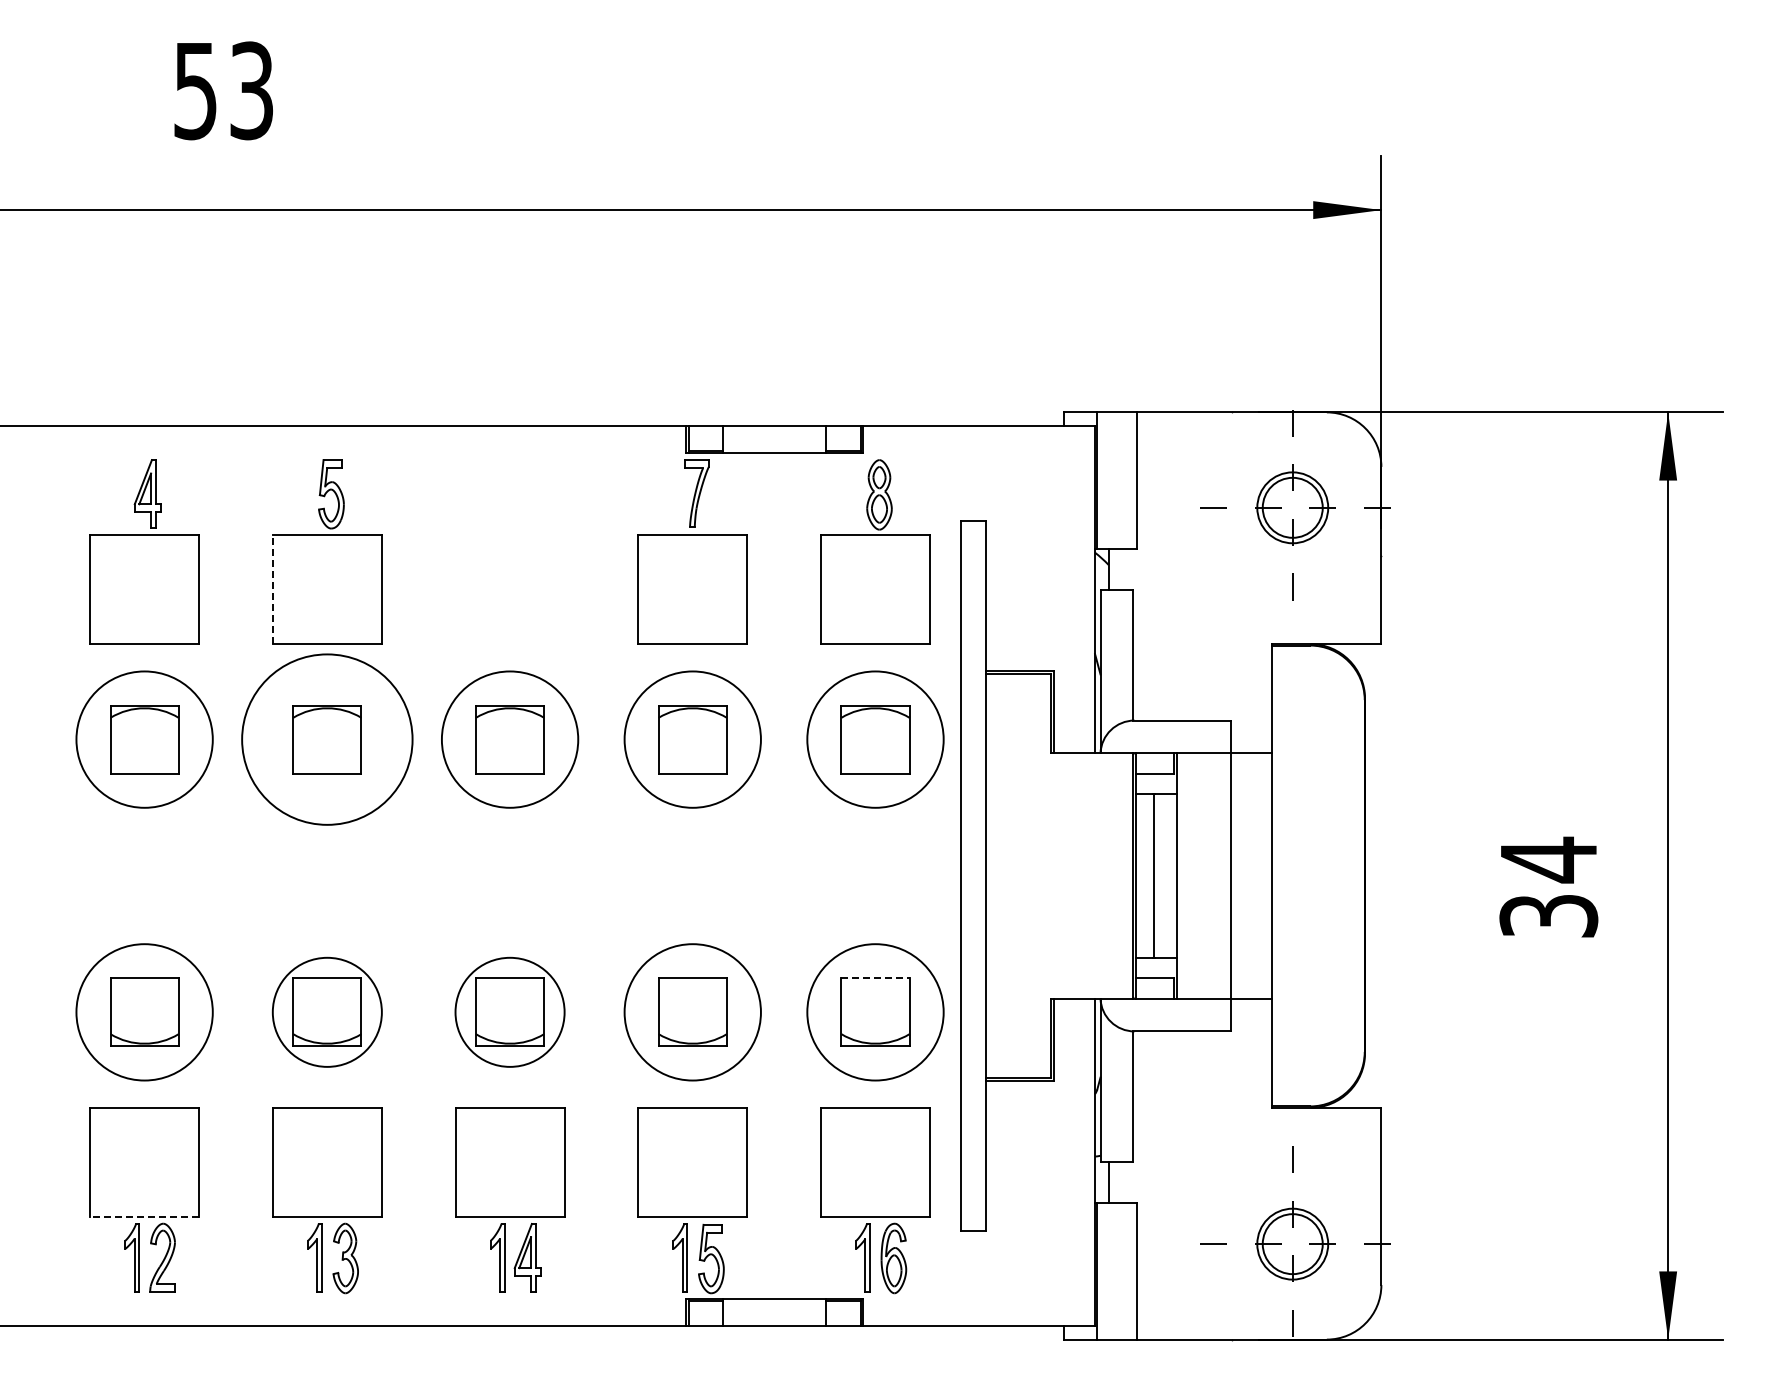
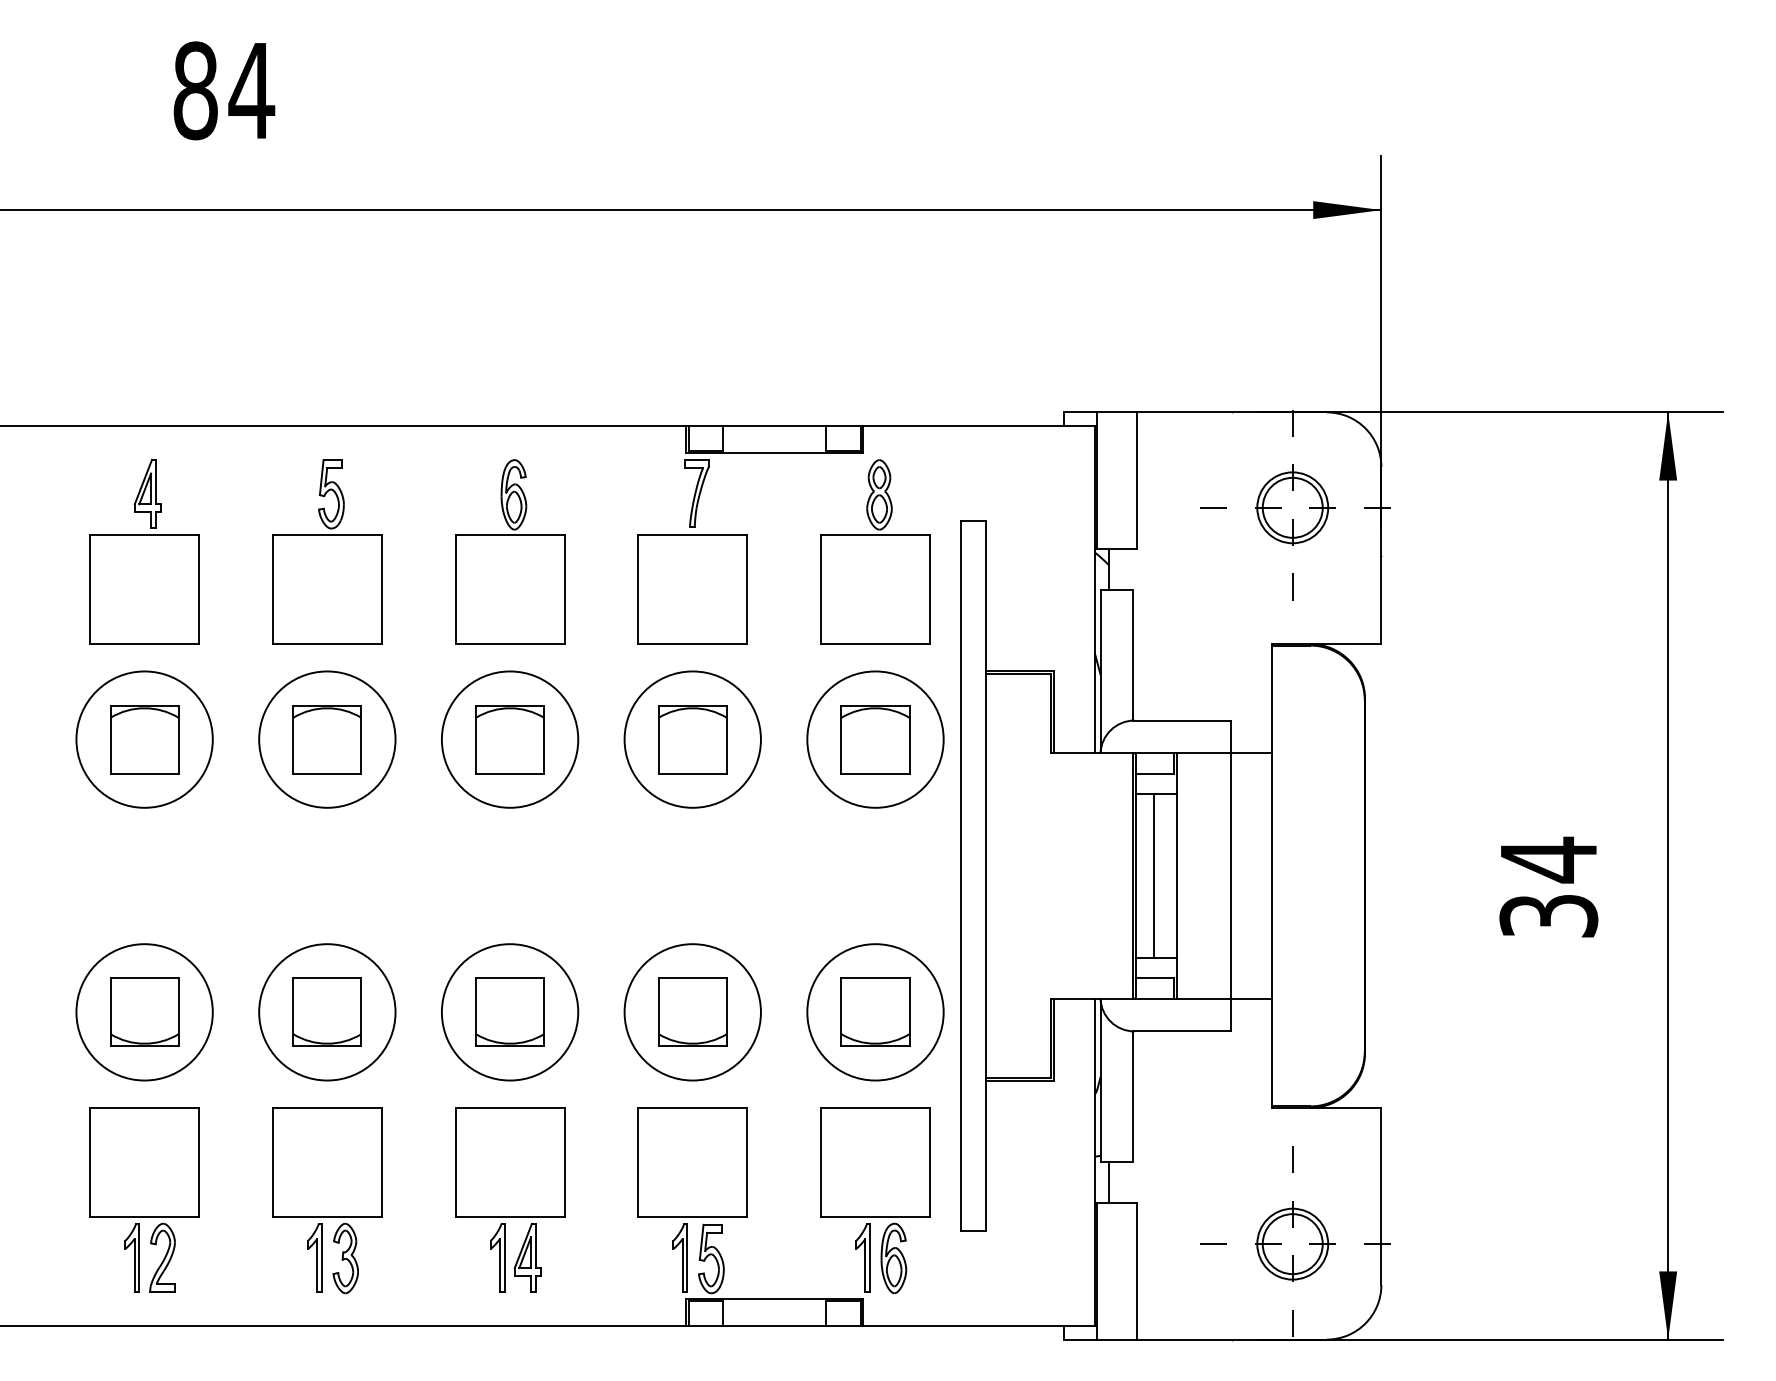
text at (224, 90): 53 -> 84
part at (510, 551): none -> present
line at (272, 589): dashed -> solid
circle at (327, 739) diameter: 170 px -> 136 px
line at (876, 978): dashed -> solid
circle at (326, 1011) diameter: 109 px -> 136 px
circle at (509, 1011) diameter: 109 px -> 136 px
line at (144, 1216): dashed -> solid
